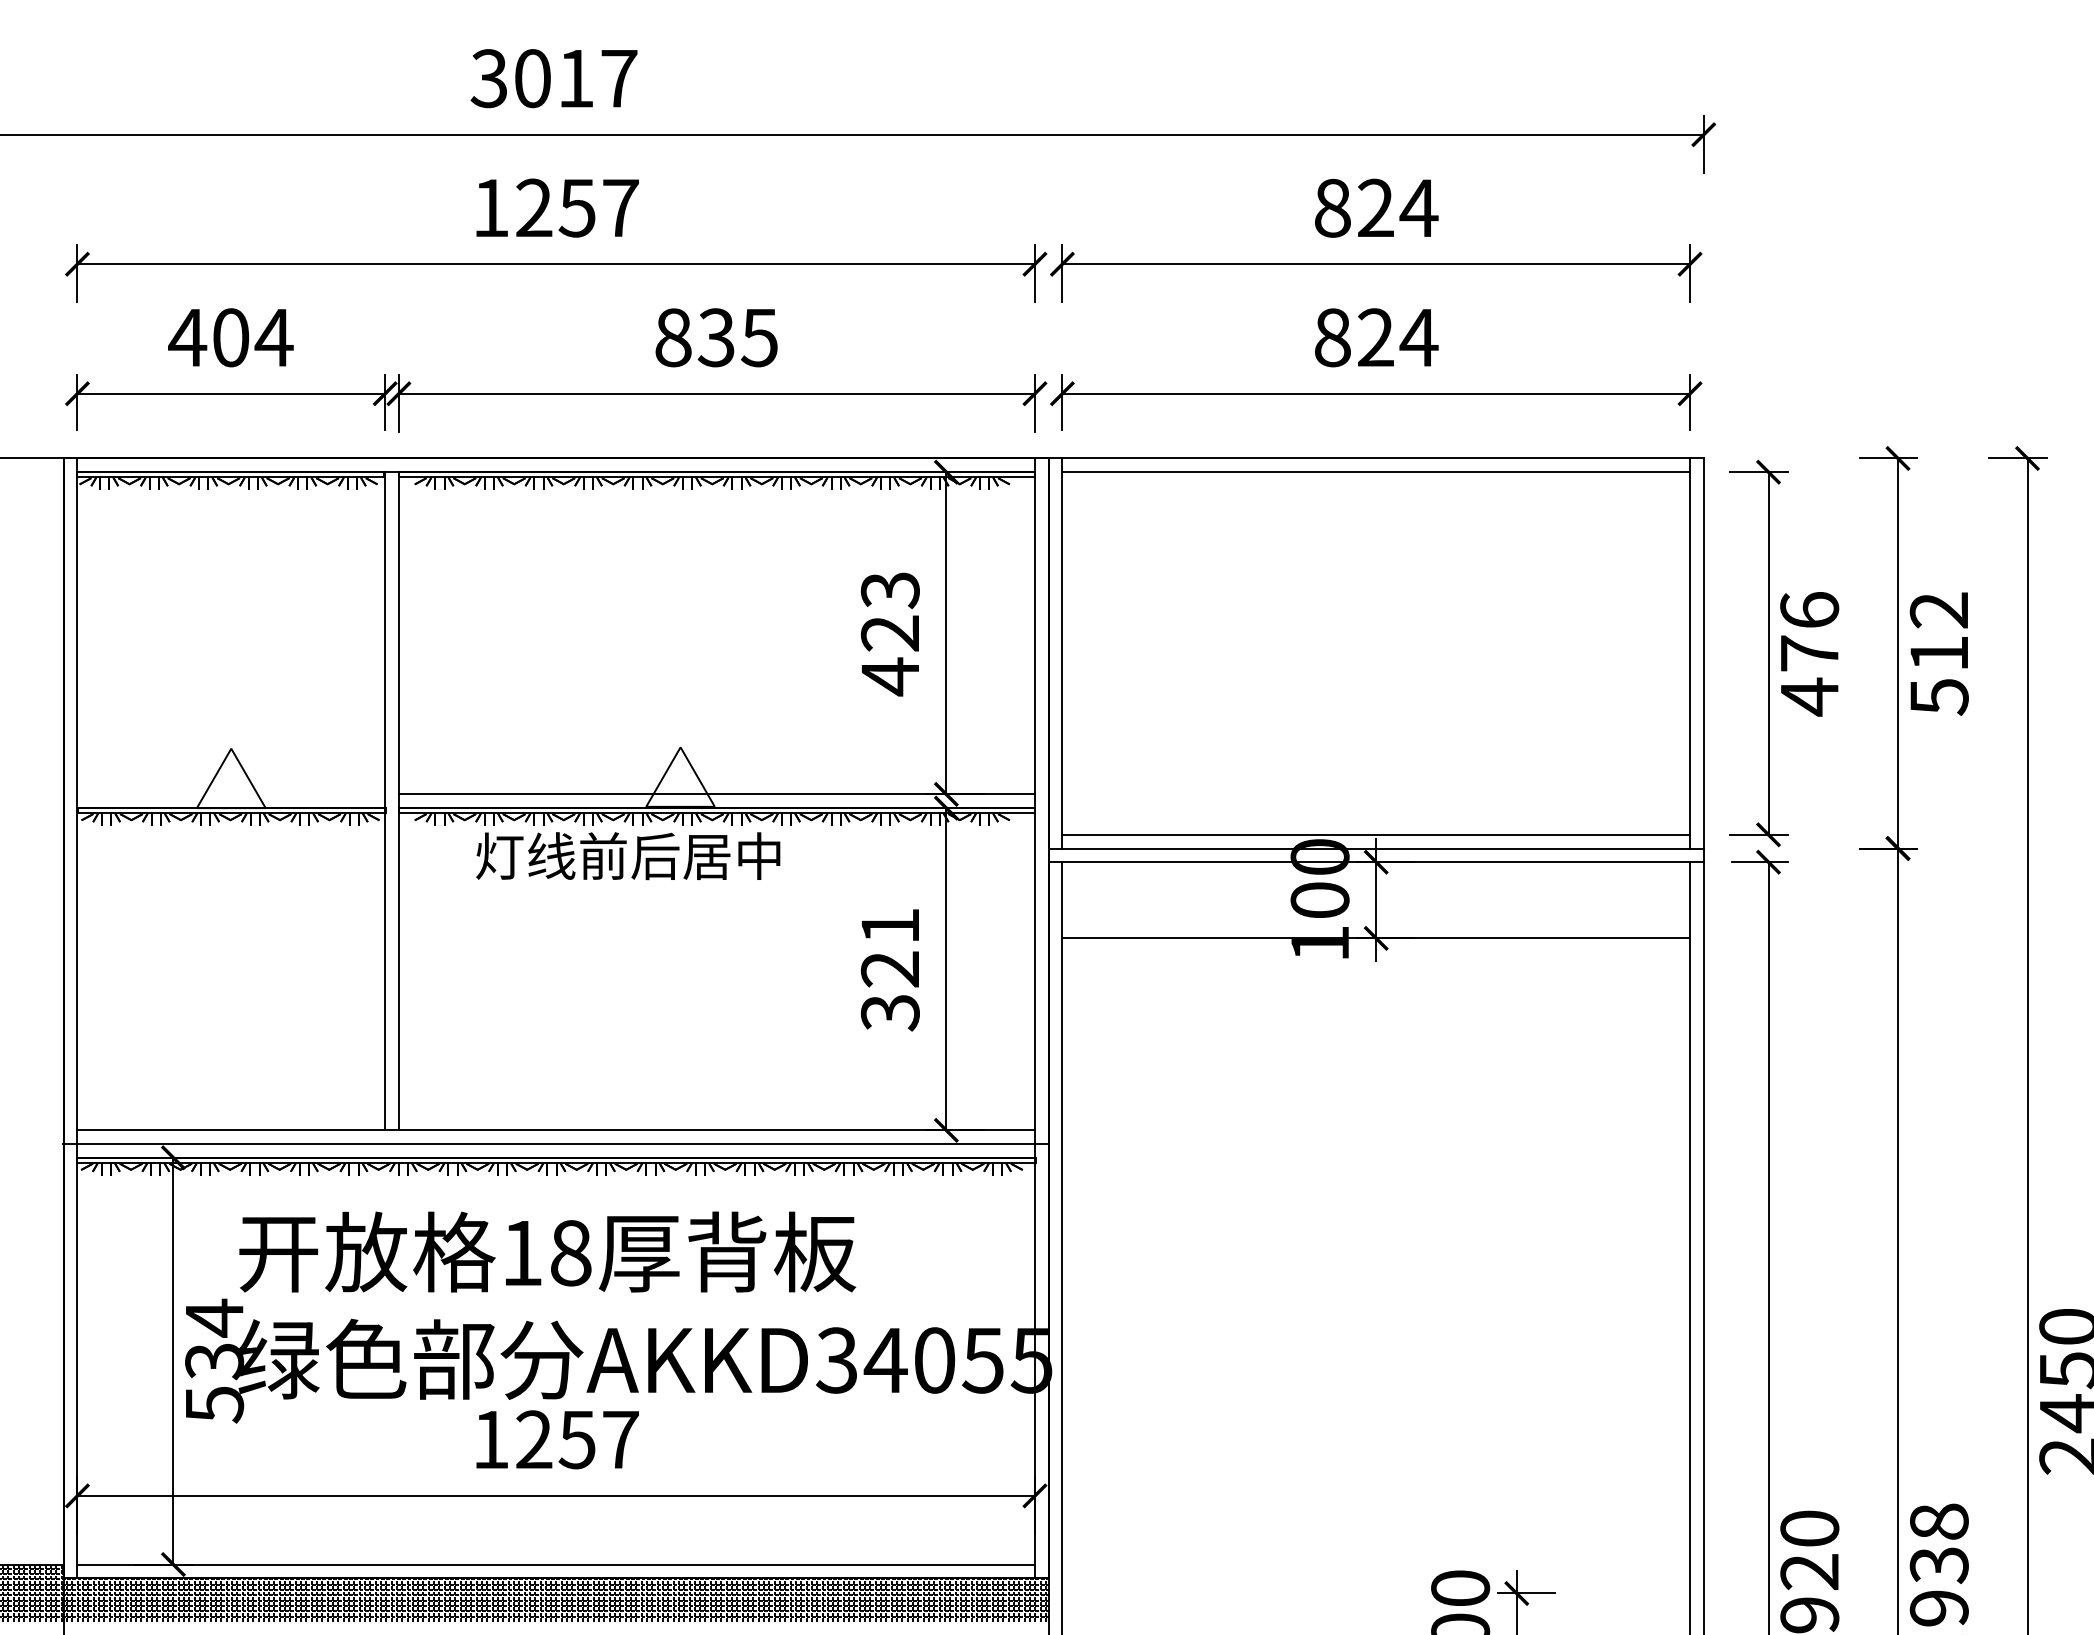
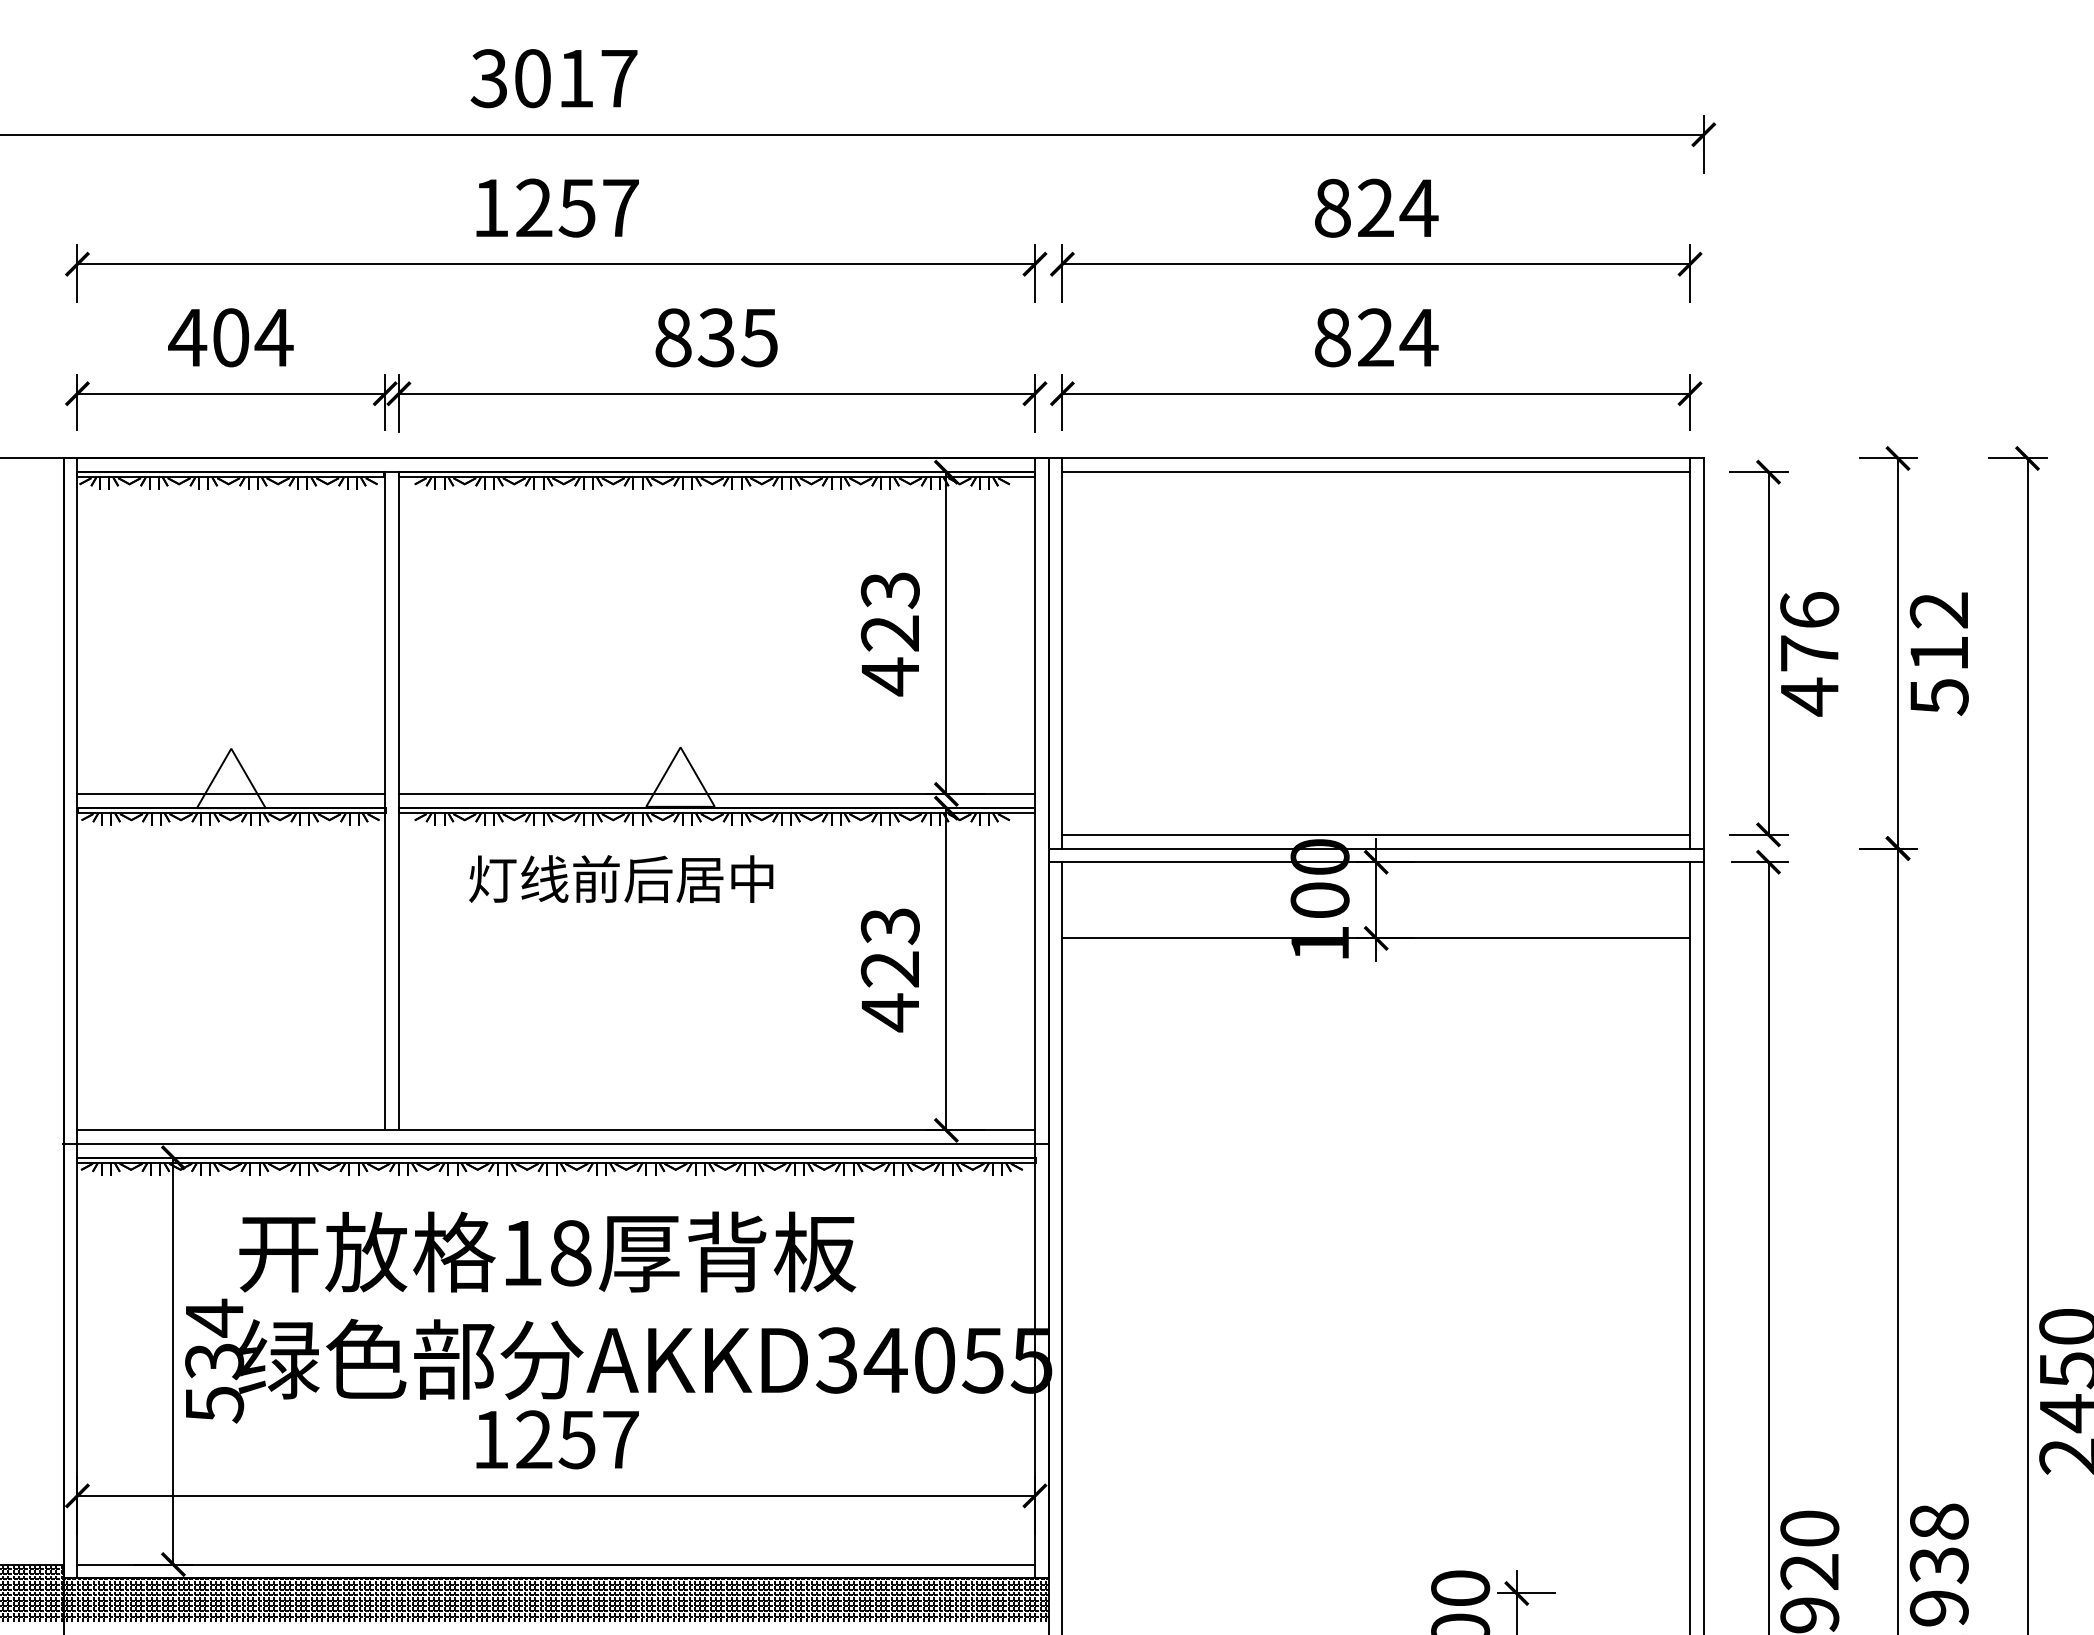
line at (231, 794): none -> present
text at (628, 856) position: (628, 856) -> (621, 879)
text at (889, 970): 321 -> 423
